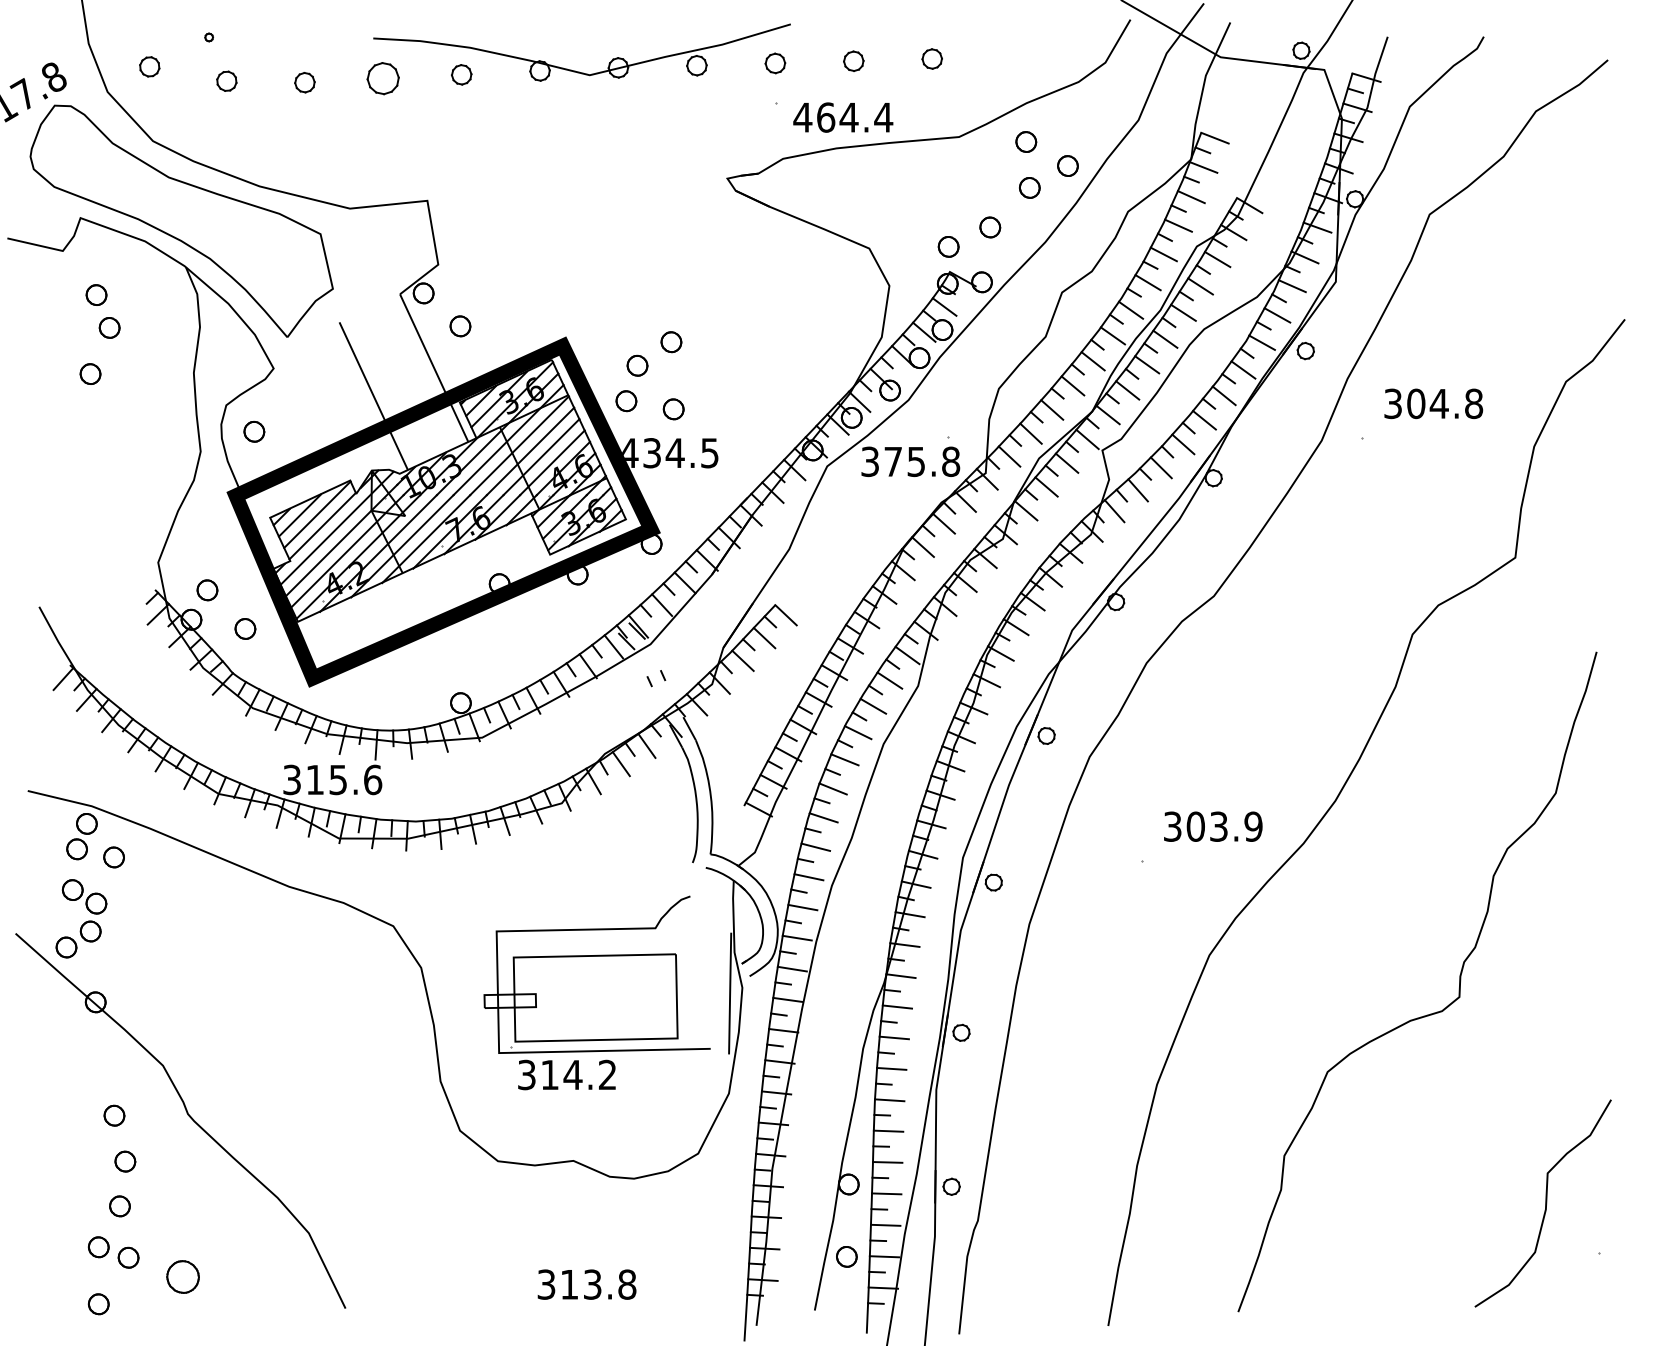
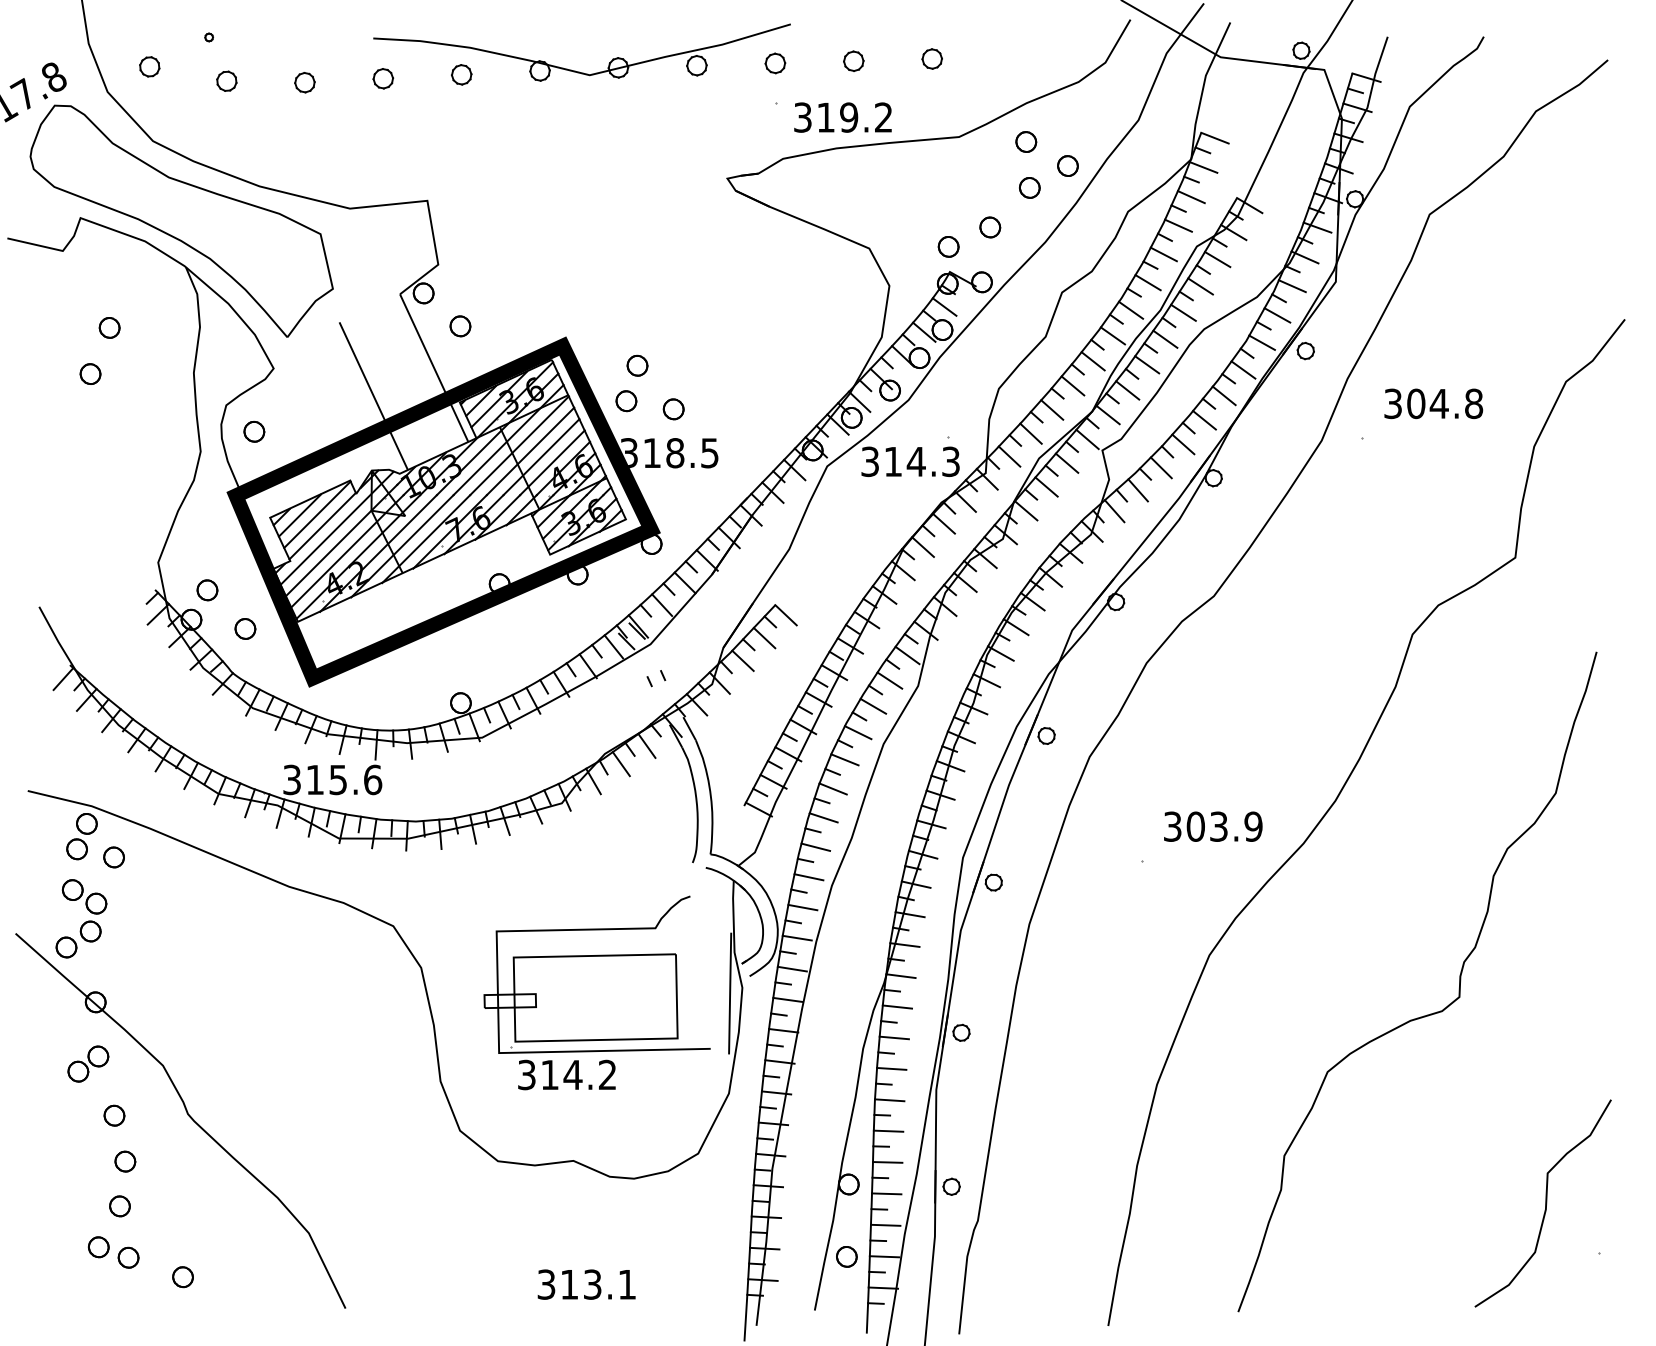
part at (382, 78) size: 34x34 px -> 23x22 px
text at (843, 117): 464.4 -> 319.2
part at (96, 294): present -> none
part at (671, 342): present -> none
text at (652, 453): 434.5 -> 318.5
text at (922, 461): 375.8 -> 314.3
part at (88, 1063): none -> present
part at (182, 1276) size: 34x34 px -> 22x23 px
text at (627, 1284): 313.8 -> 313.1
part at (98, 1304): present -> none
